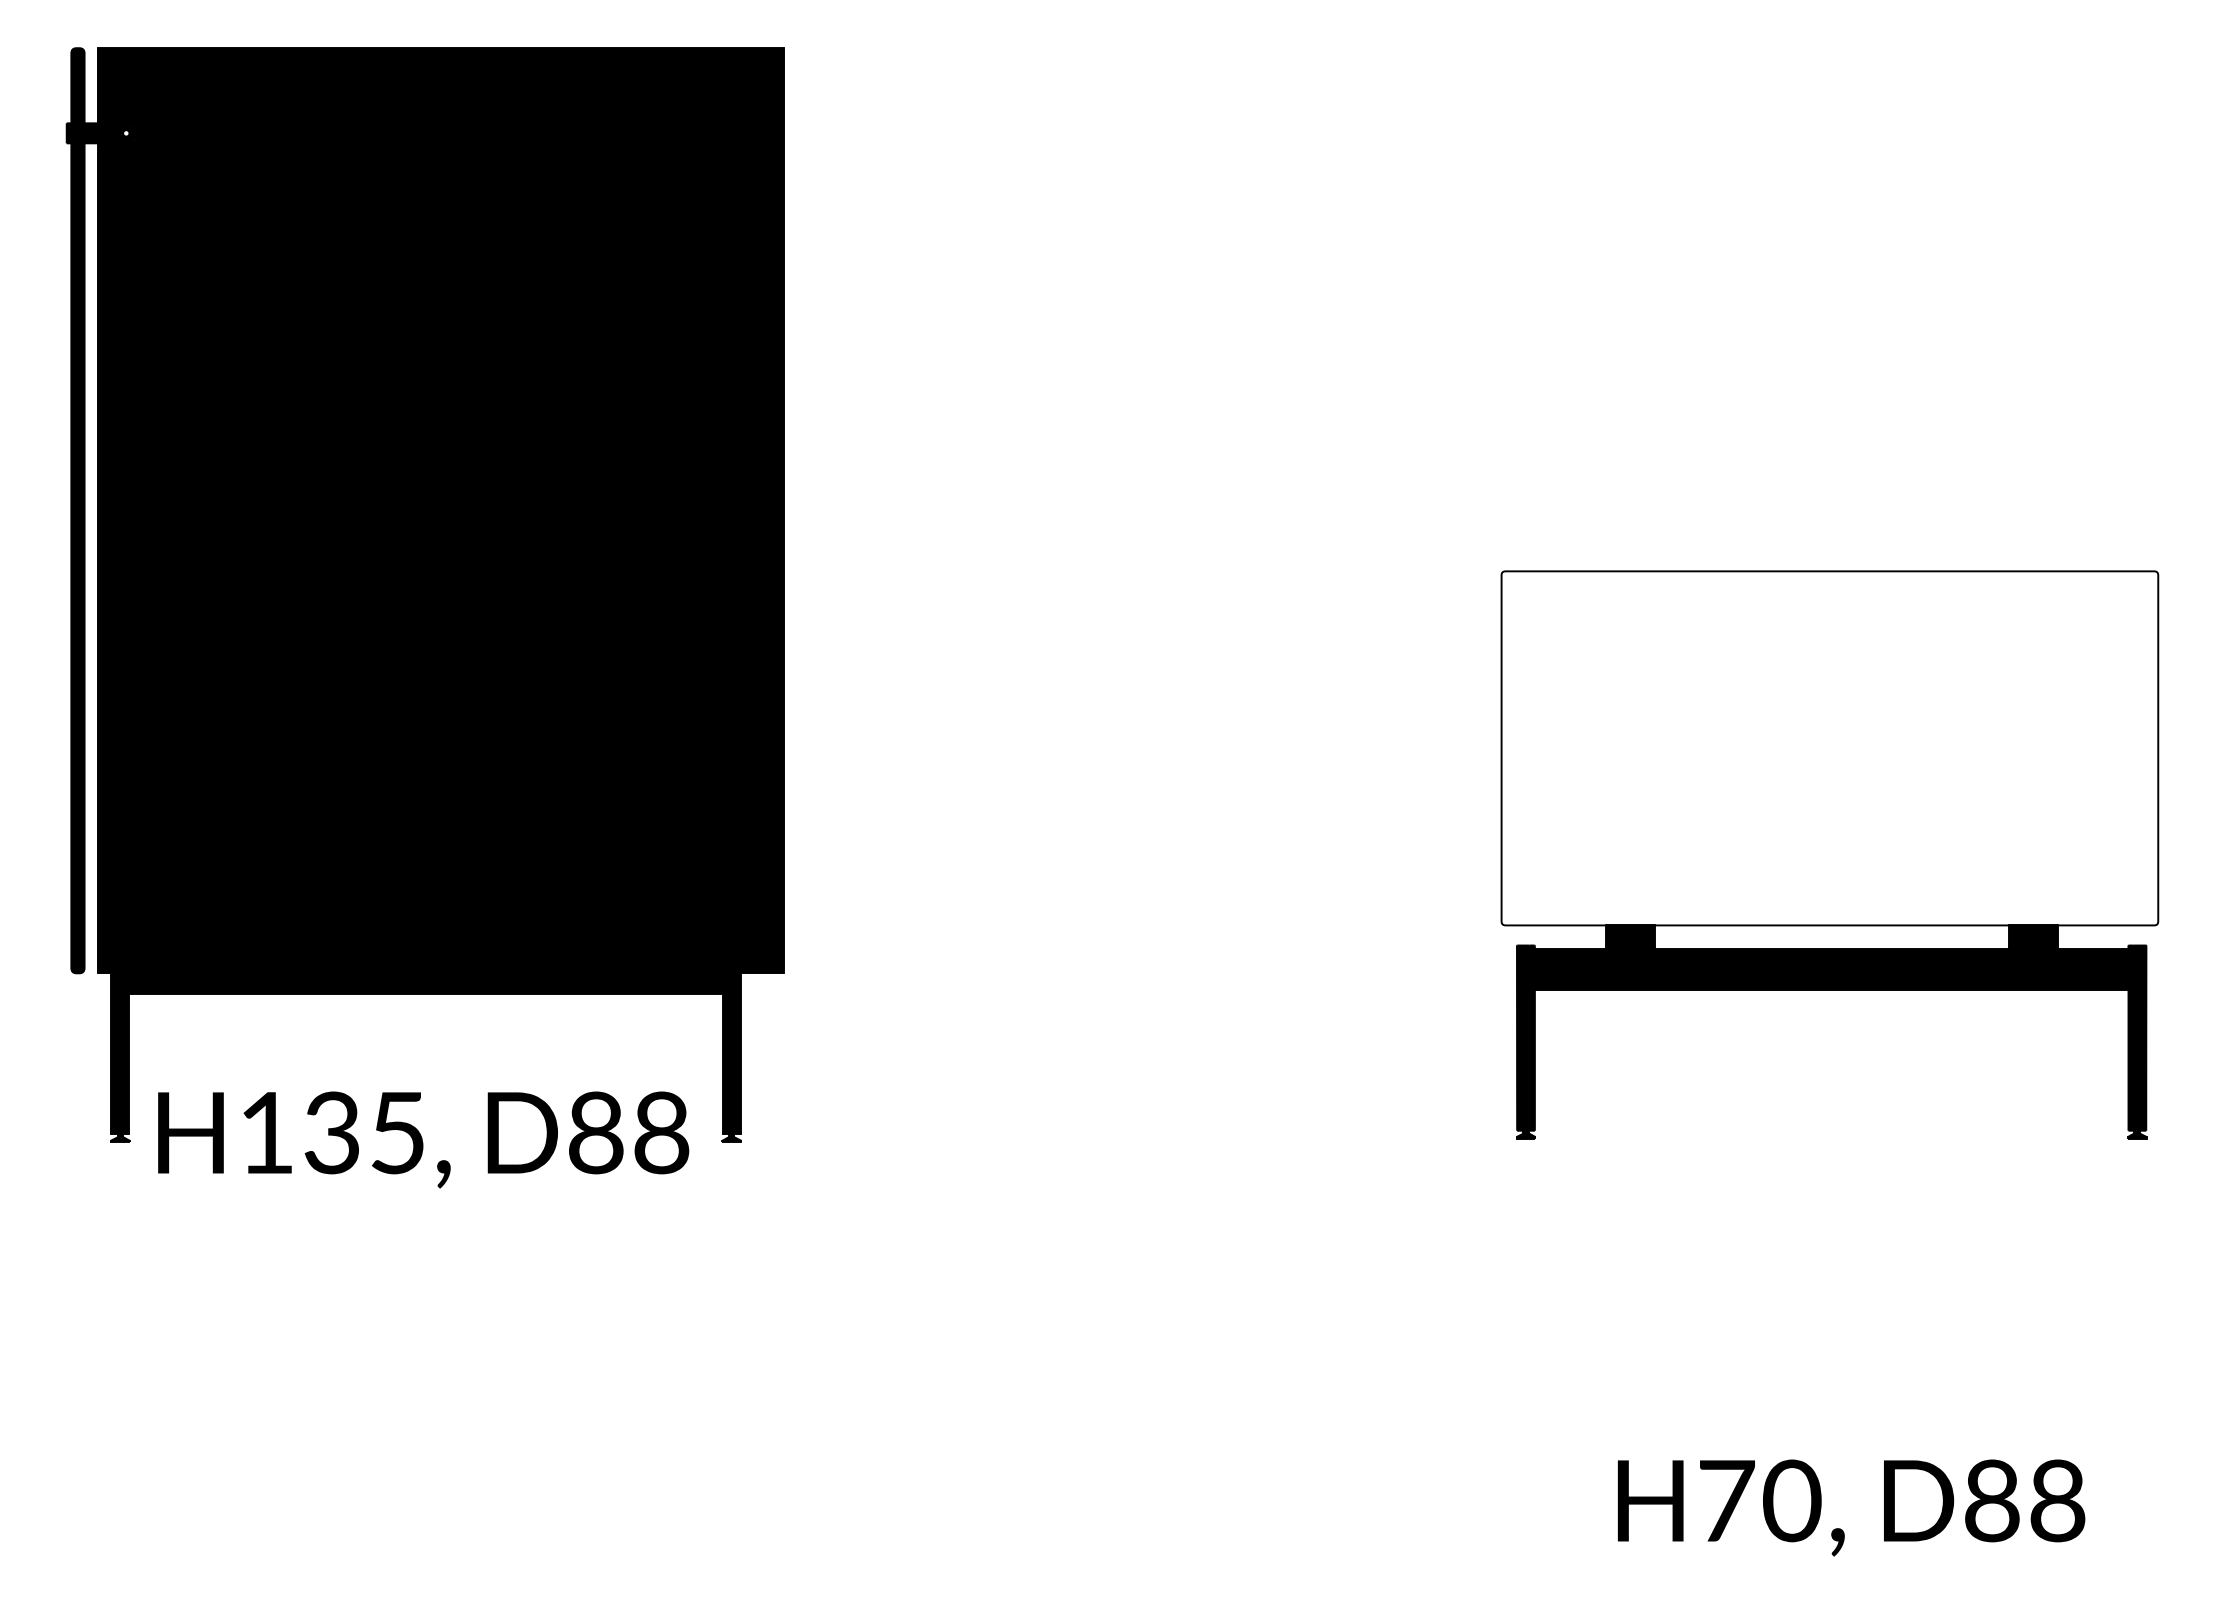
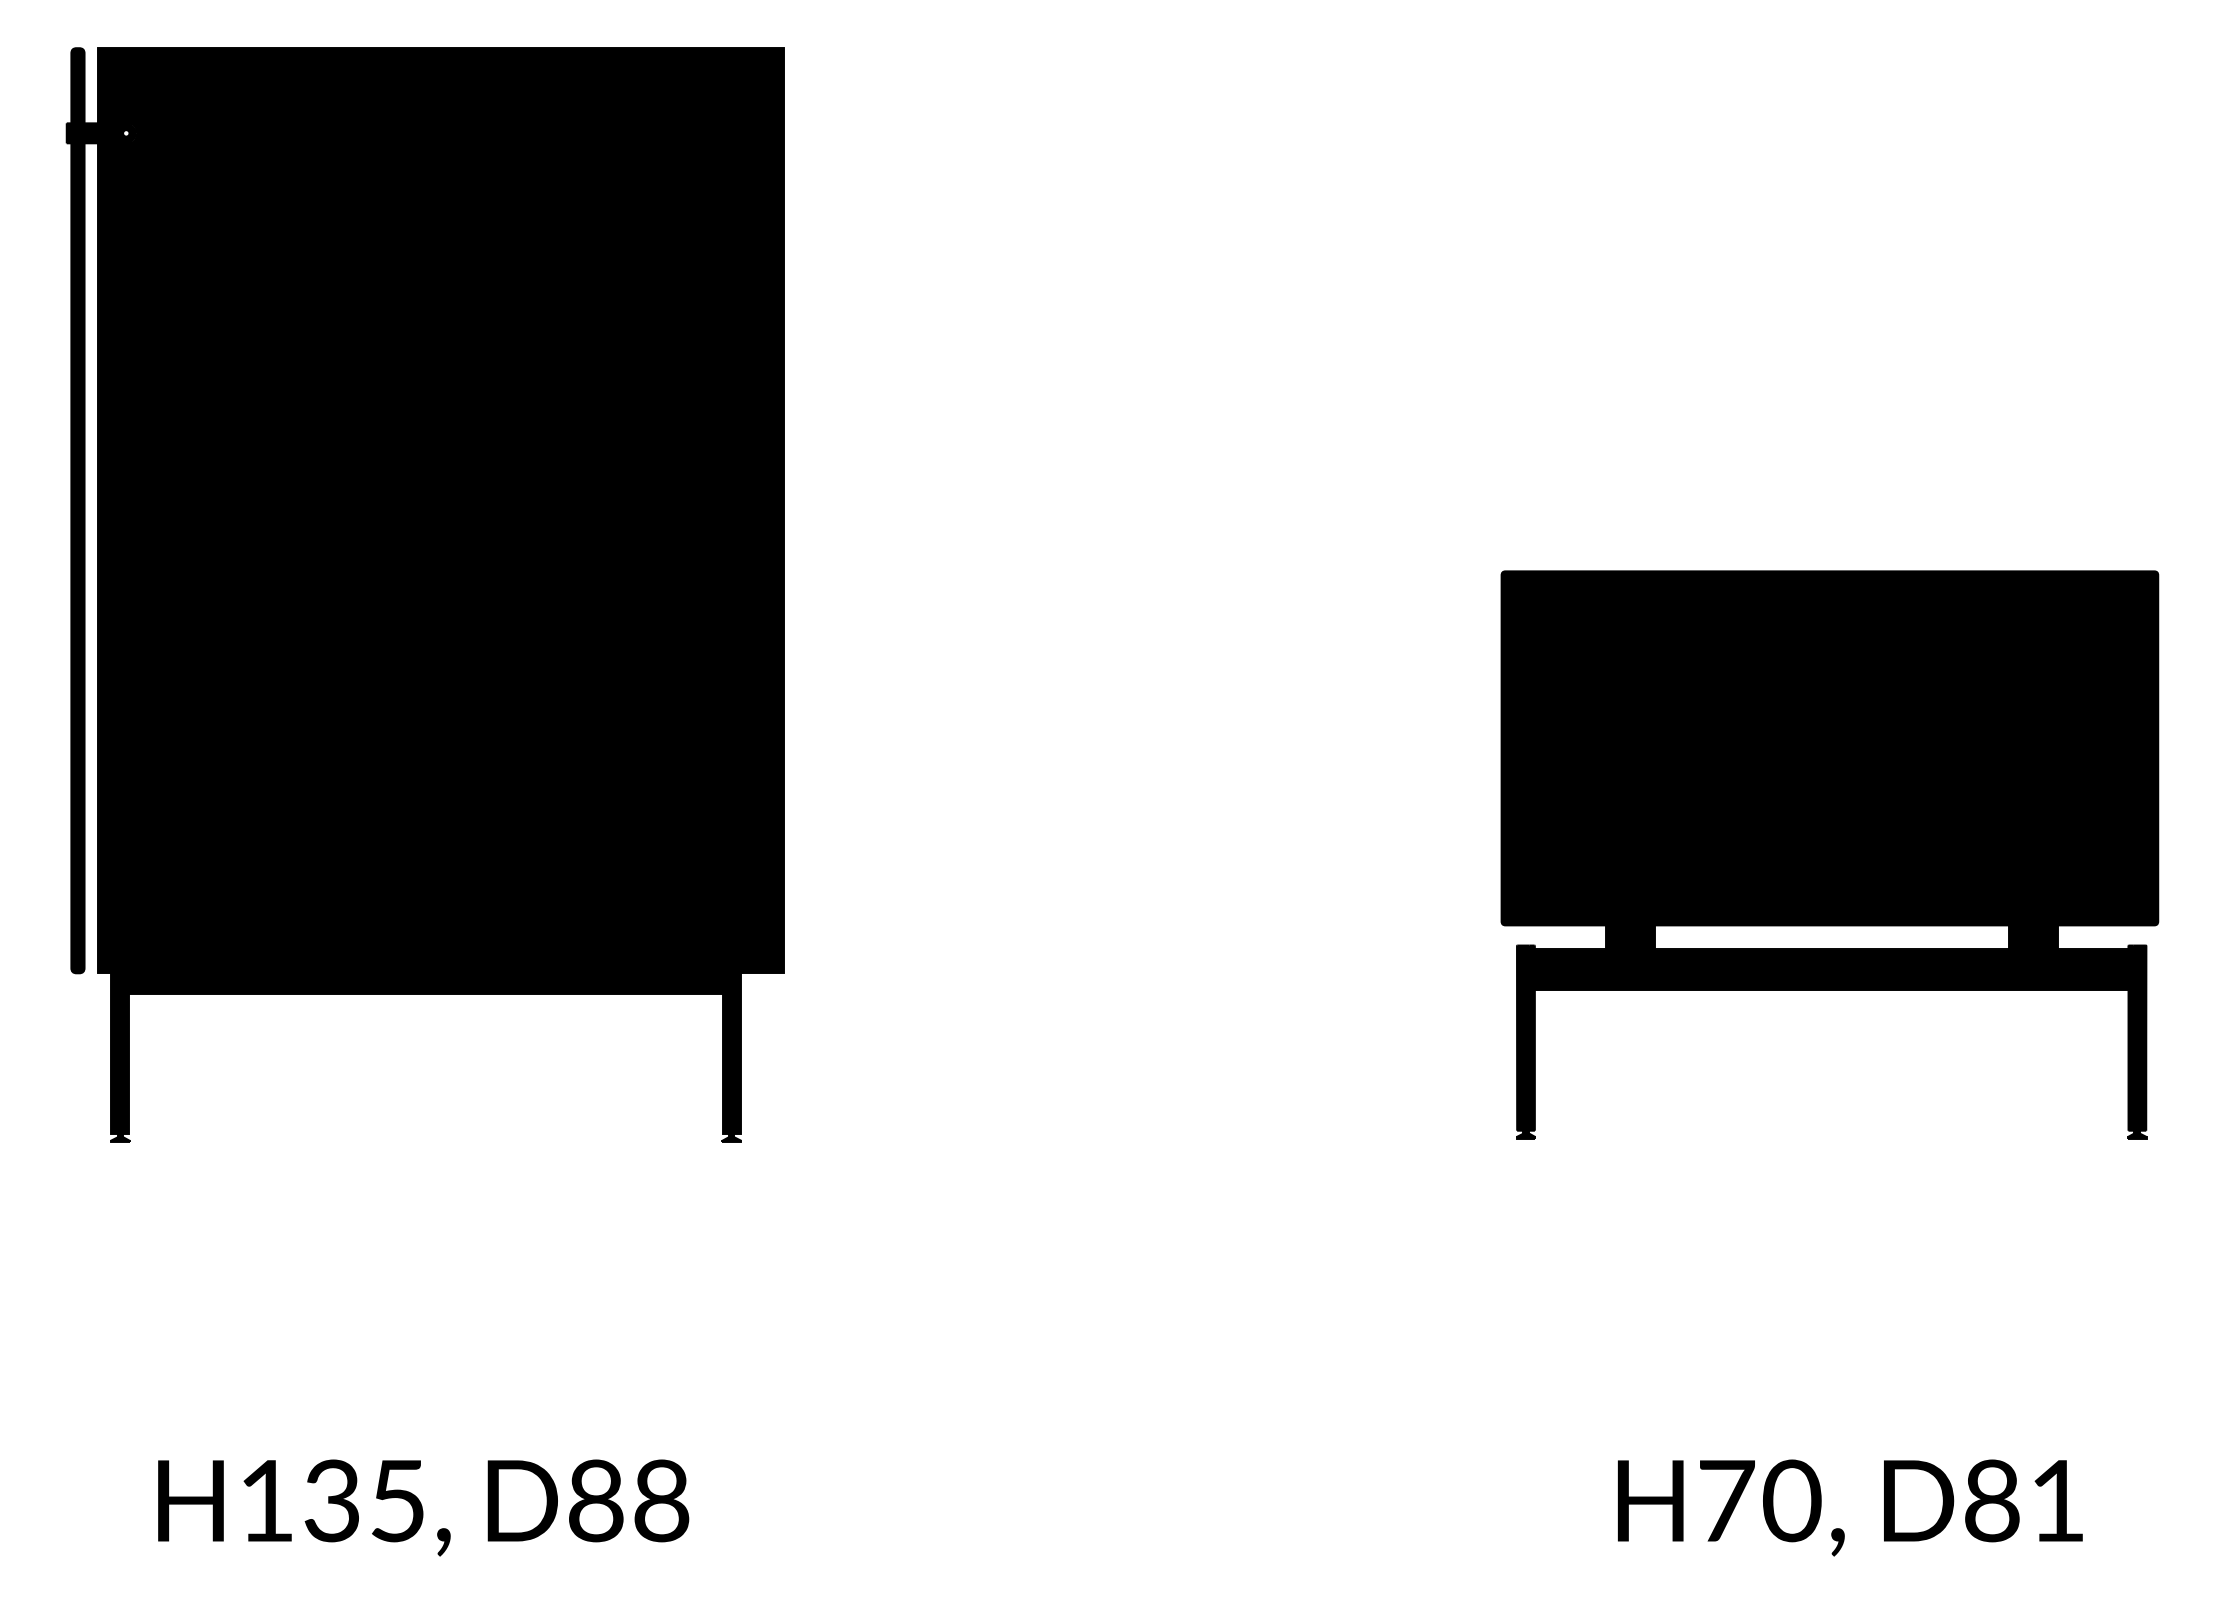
fill at (1829, 748): none -> present
text at (423, 1139) position: (423, 1139) -> (423, 1507)
text at (2057, 1500): D88 -> D81
